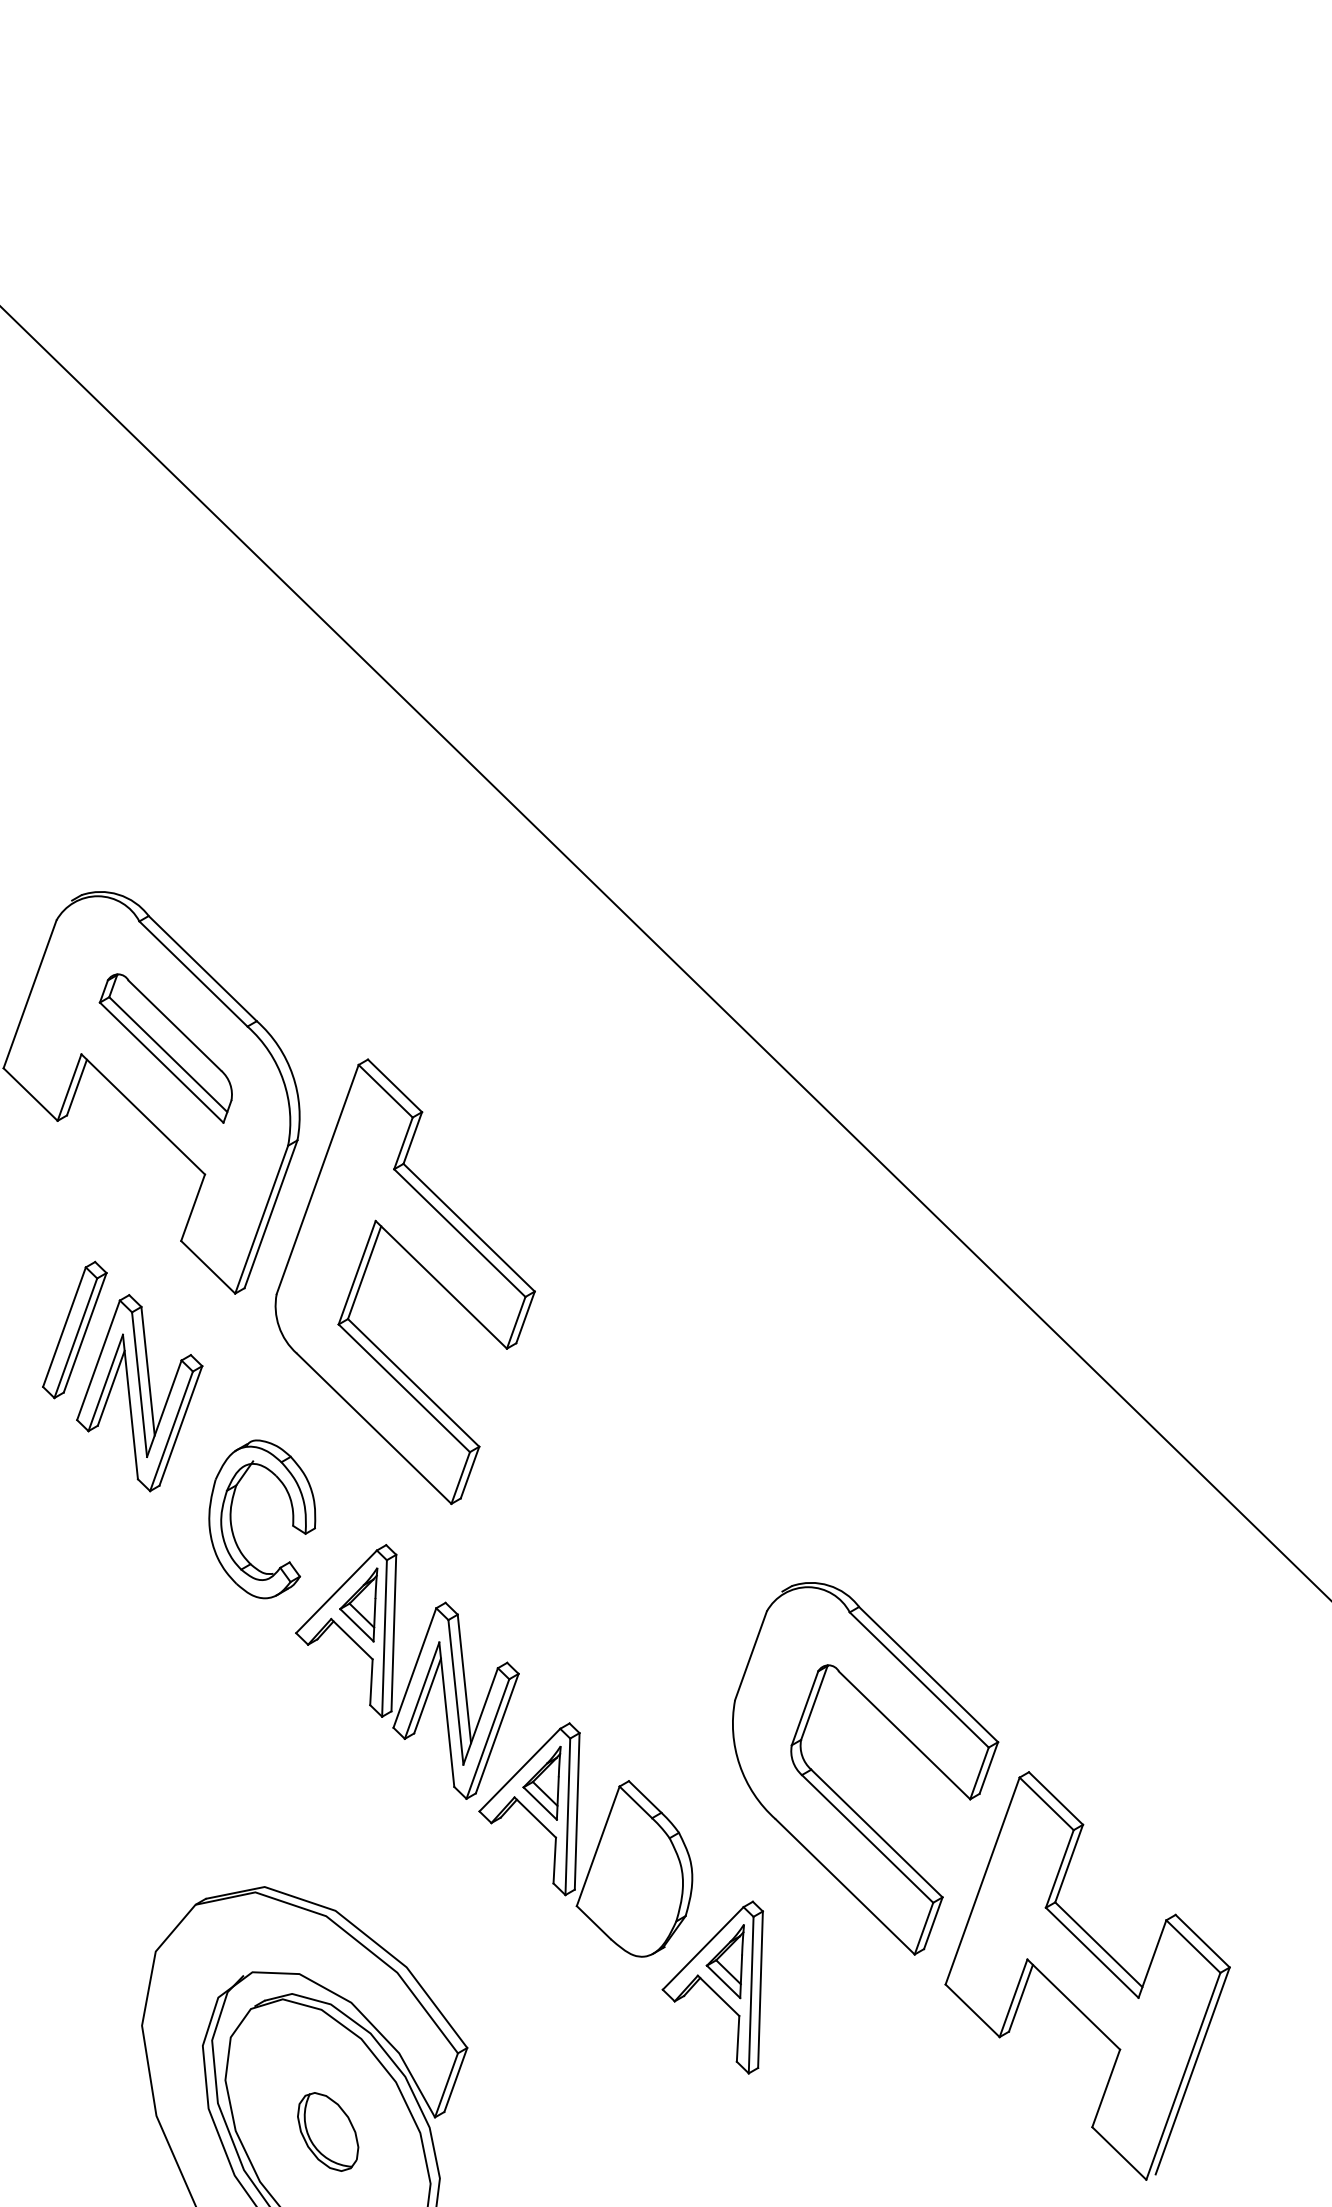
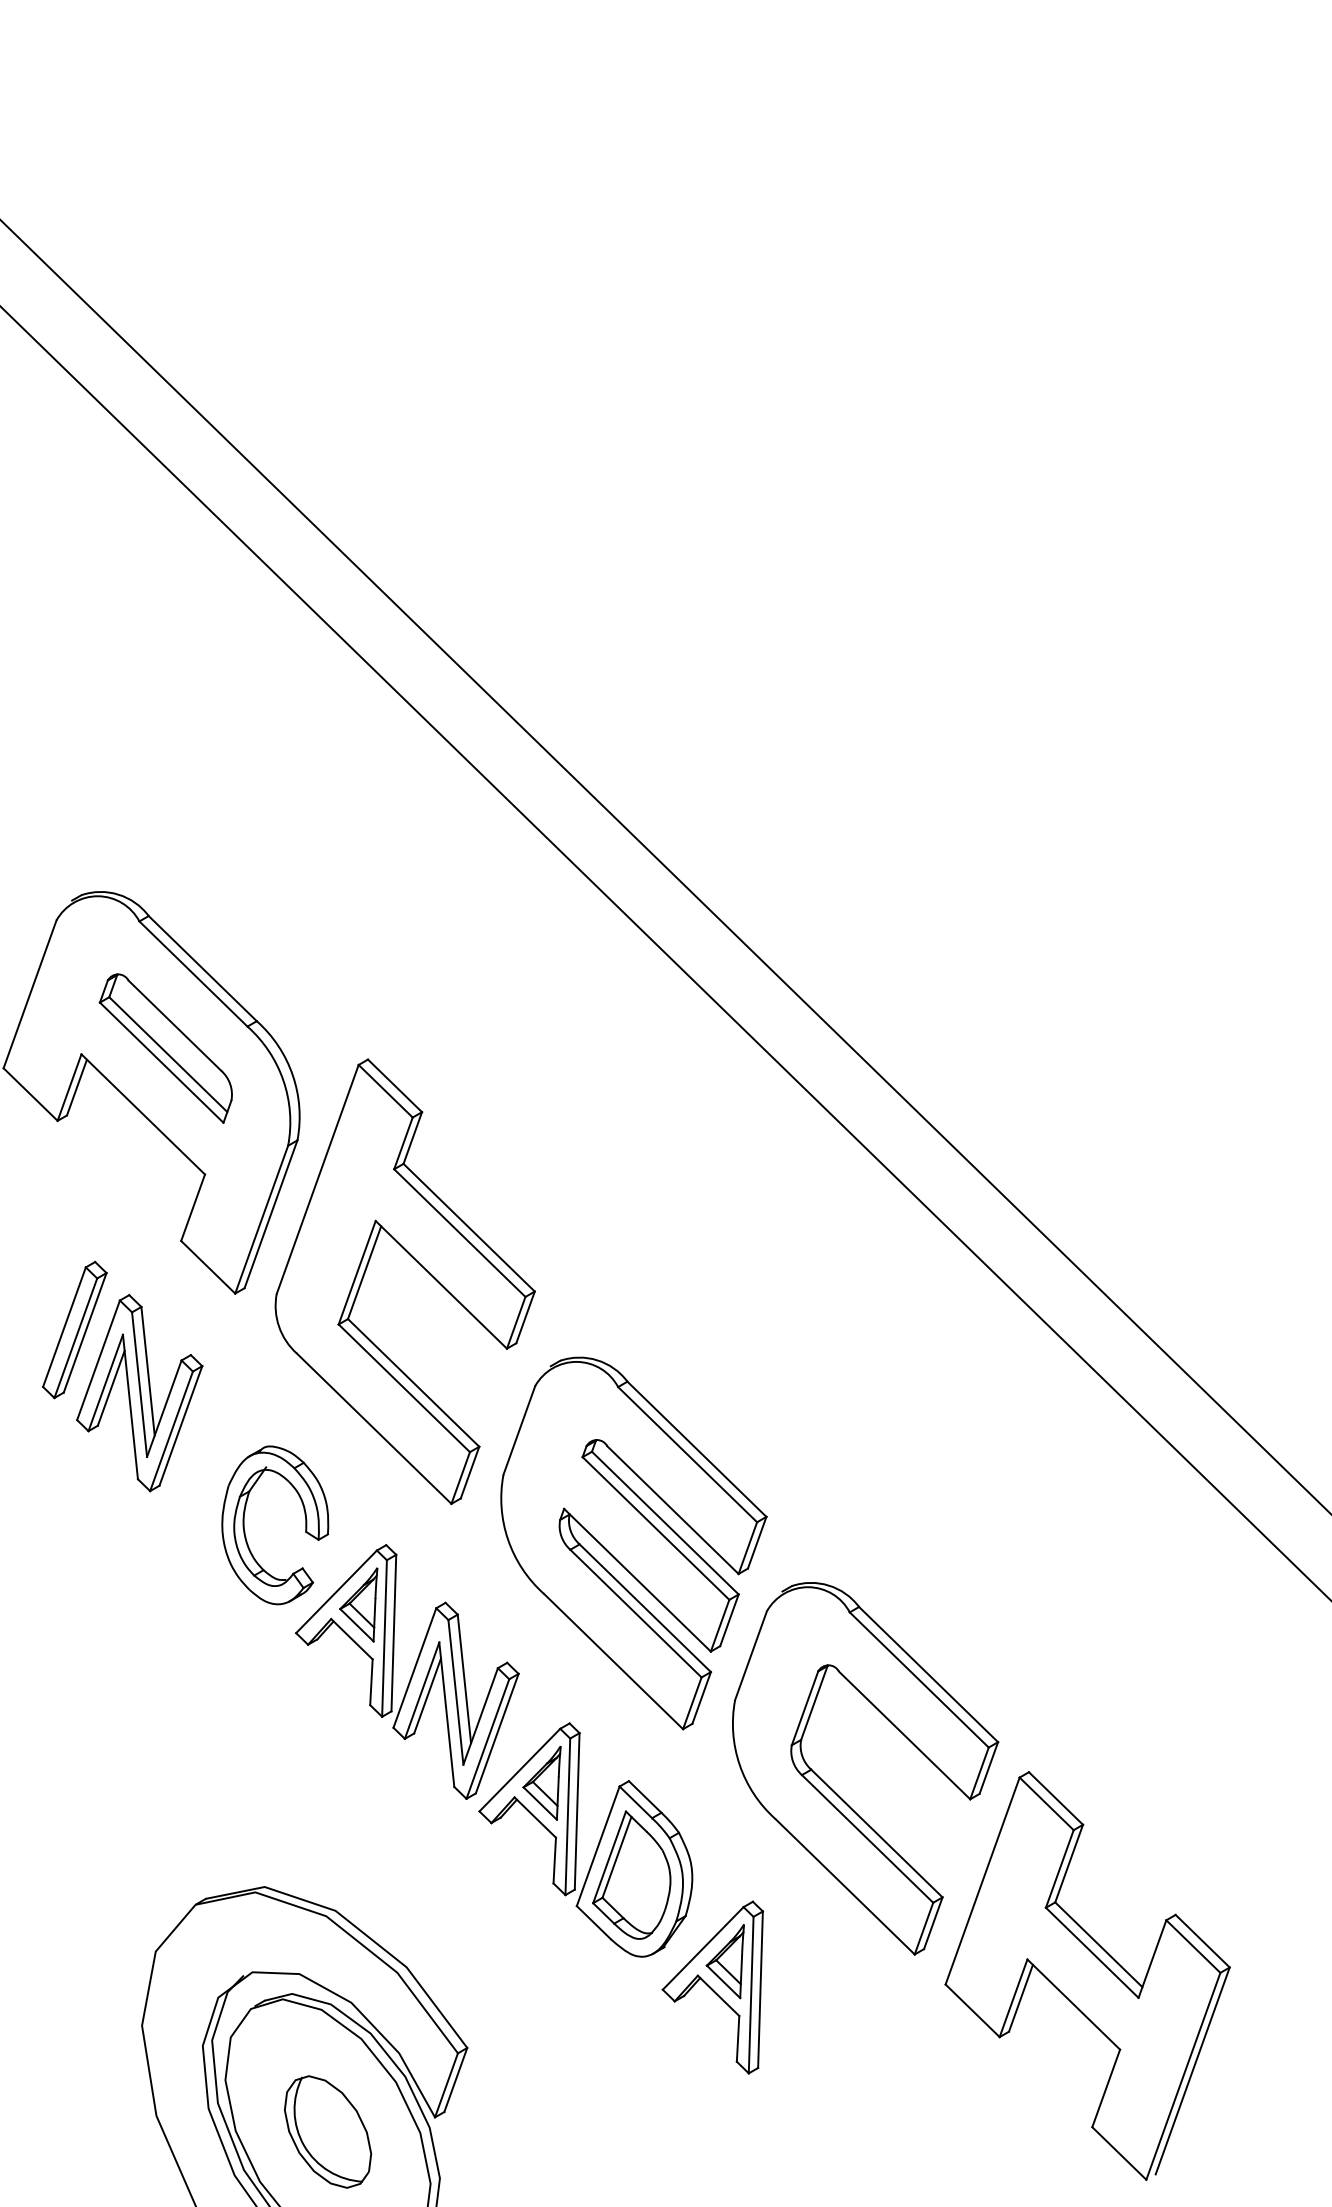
line at (665, 867): none -> present
part at (292, 1519) position: (292, 1519) -> (305, 1525)
part at (633, 1543): none -> present
part at (631, 1874): none -> present
part at (328, 2131) size: 63x80 px -> 89x114 px
